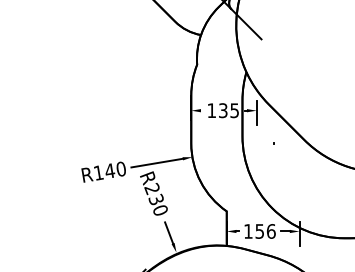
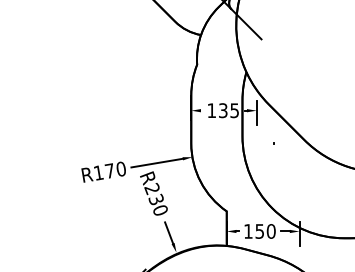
text at (109, 170): R140 -> R170
text at (271, 231): 156 -> 150
